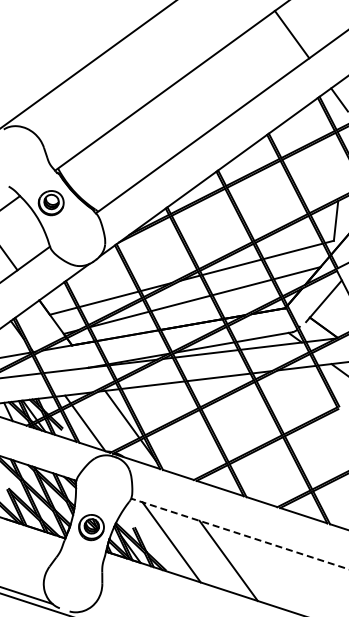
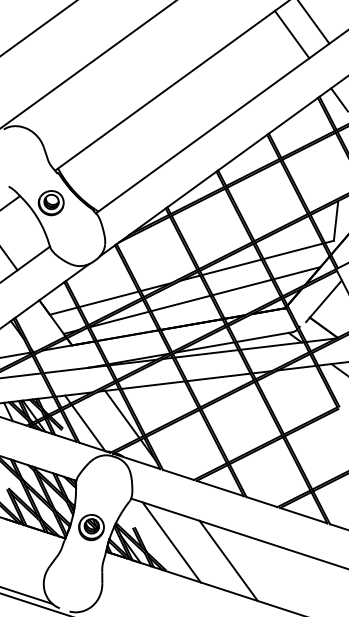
line at (314, 22): none -> present
line at (38, 28): none -> present
line at (239, 533): dashed -> solid
